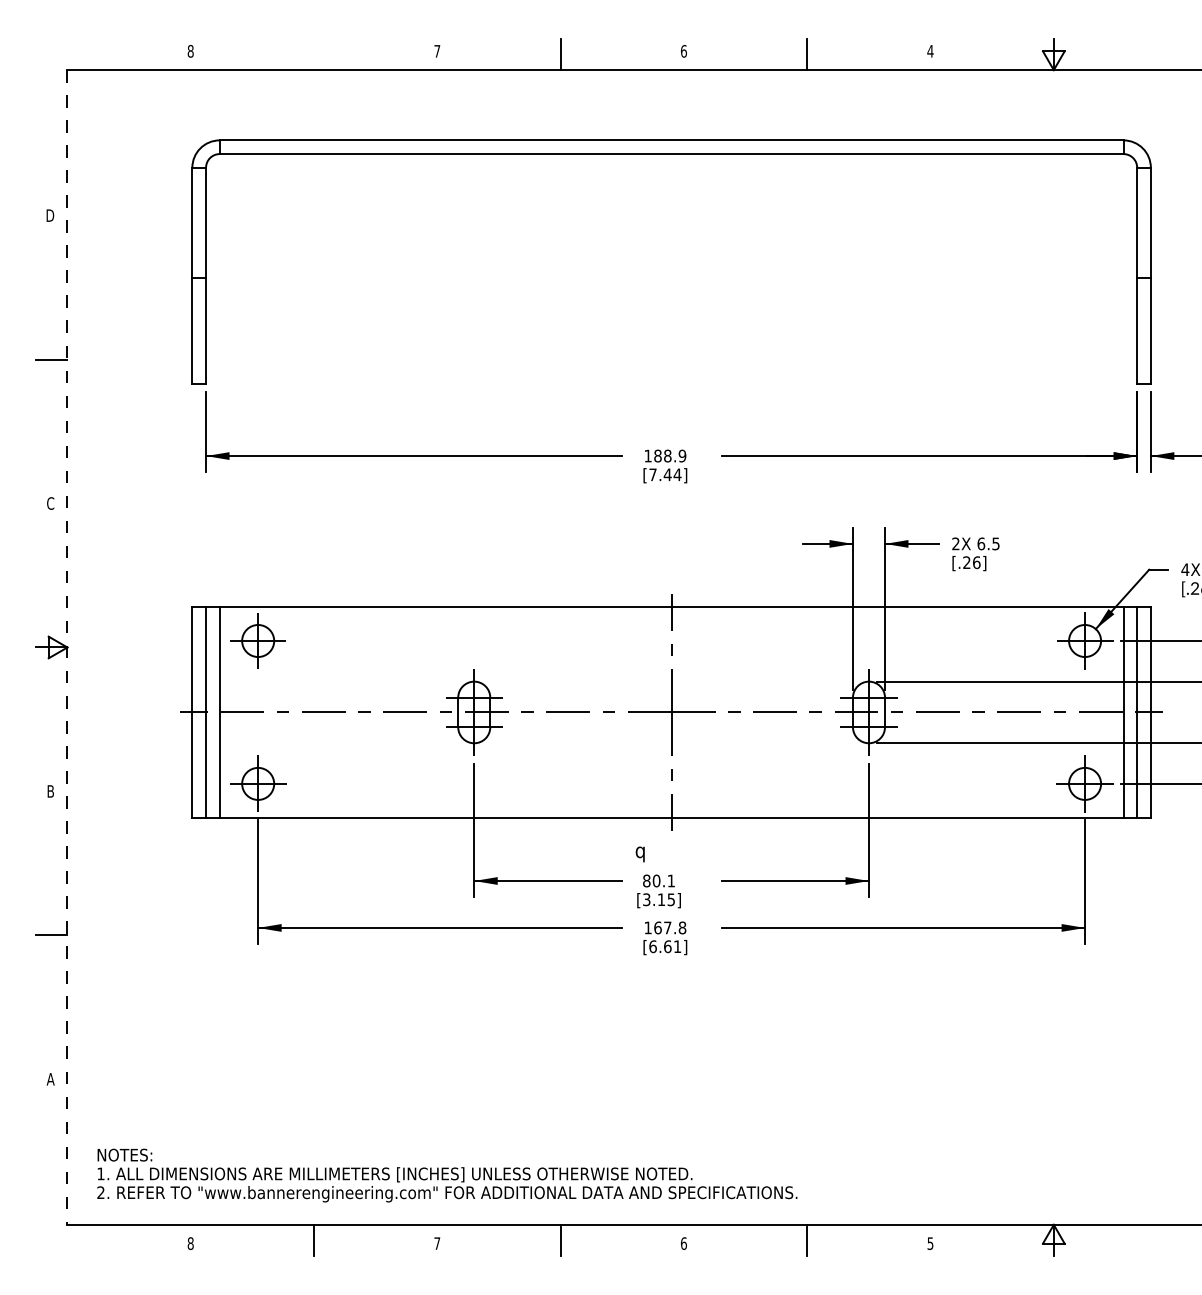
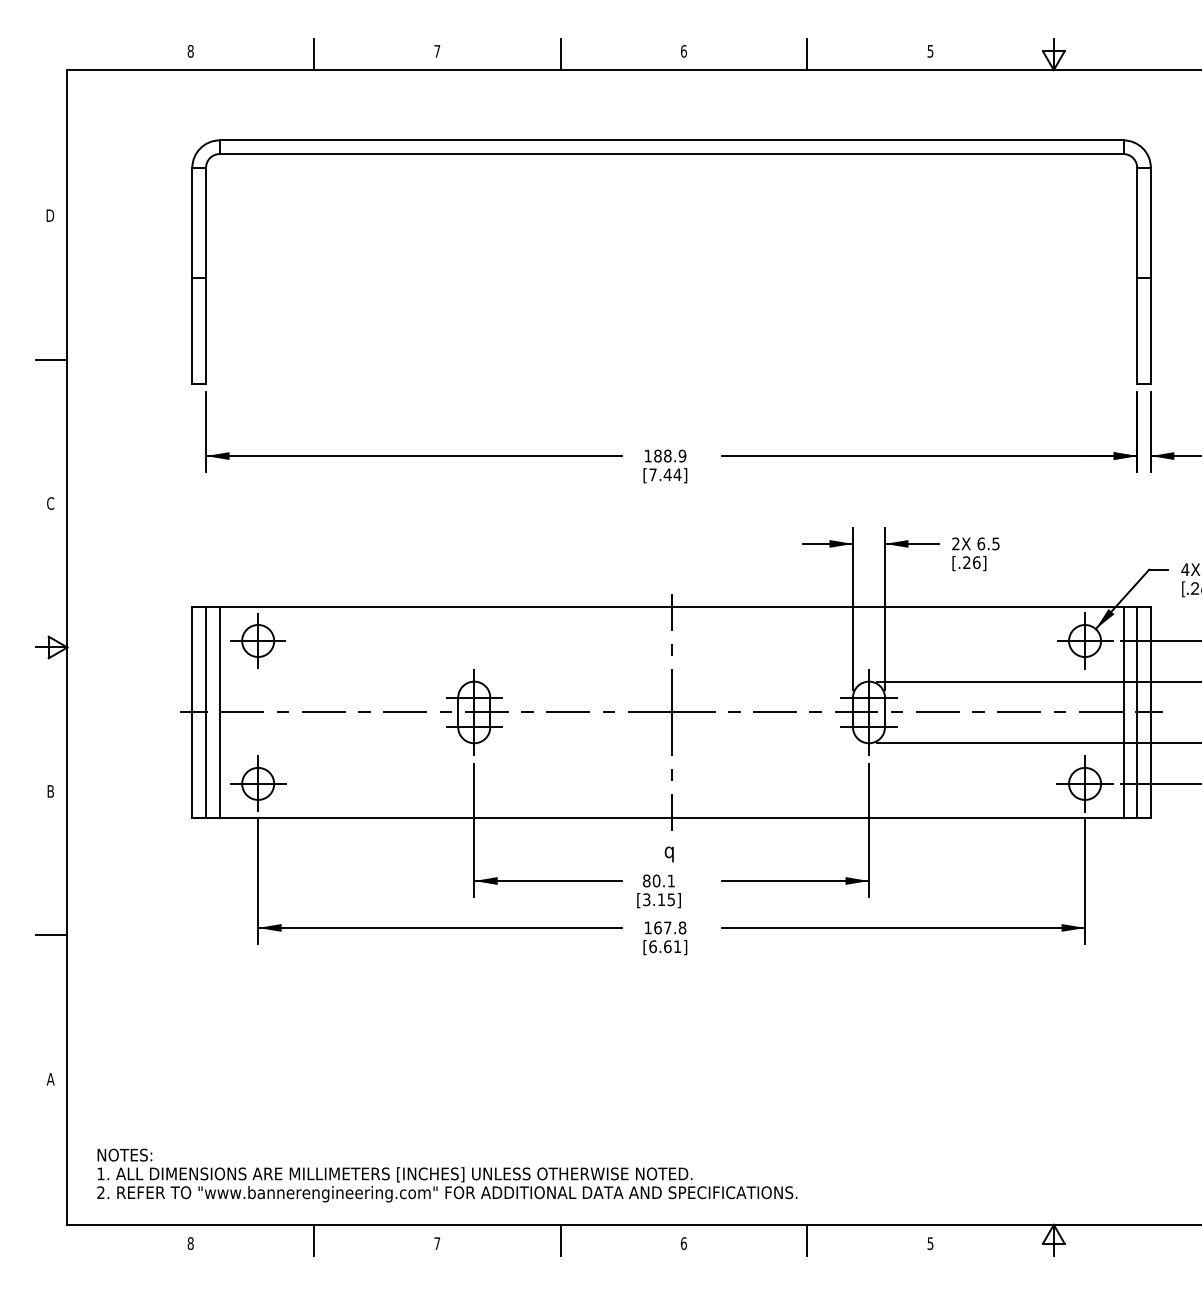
text at (930, 51): 4 -> 5
line at (314, 54): none -> present
line at (67, 647): dashed -> solid
text at (639, 854) position: (639, 854) -> (668, 854)
